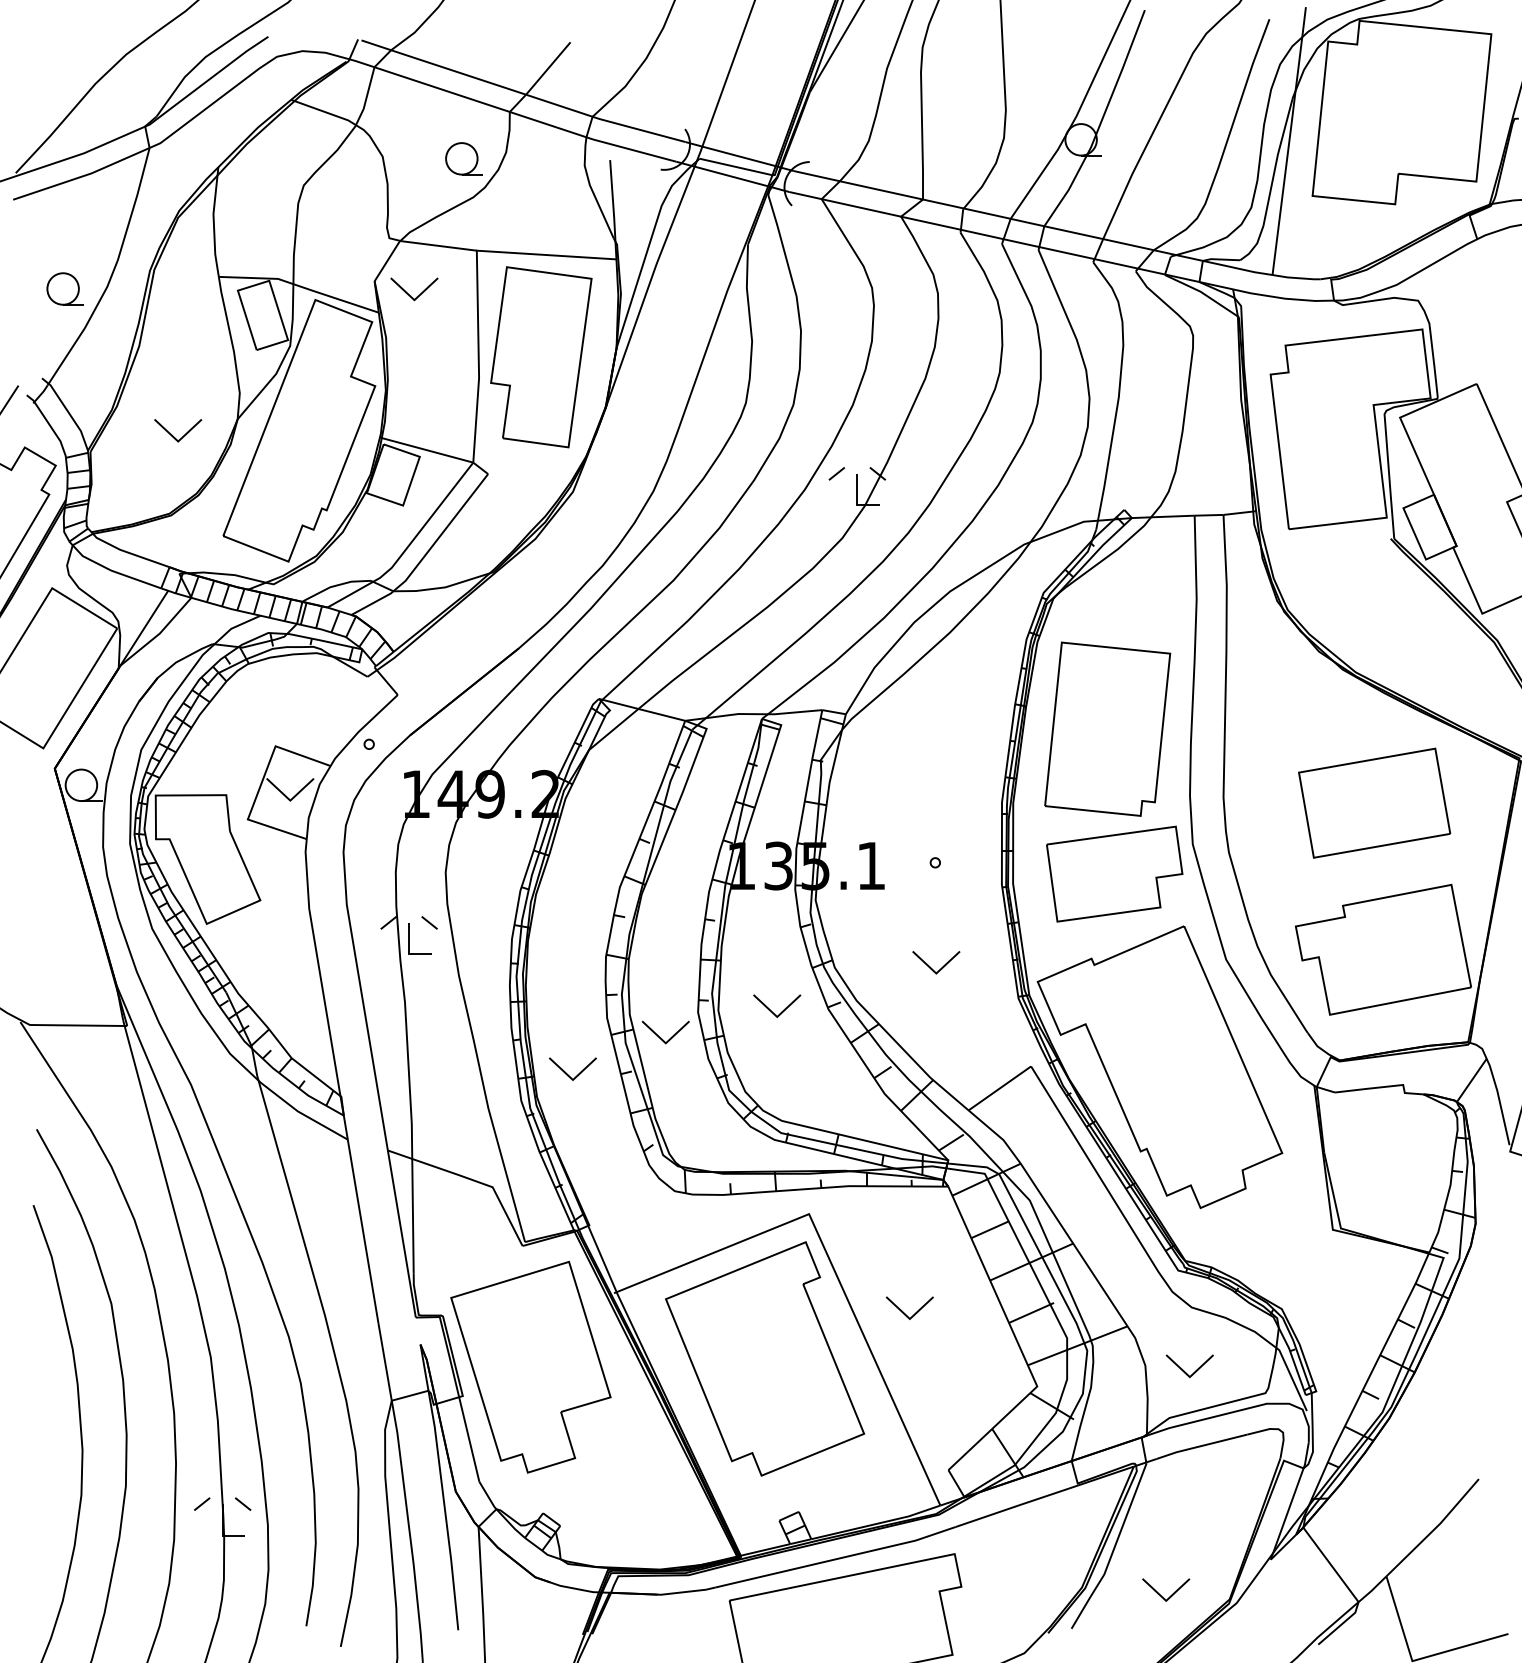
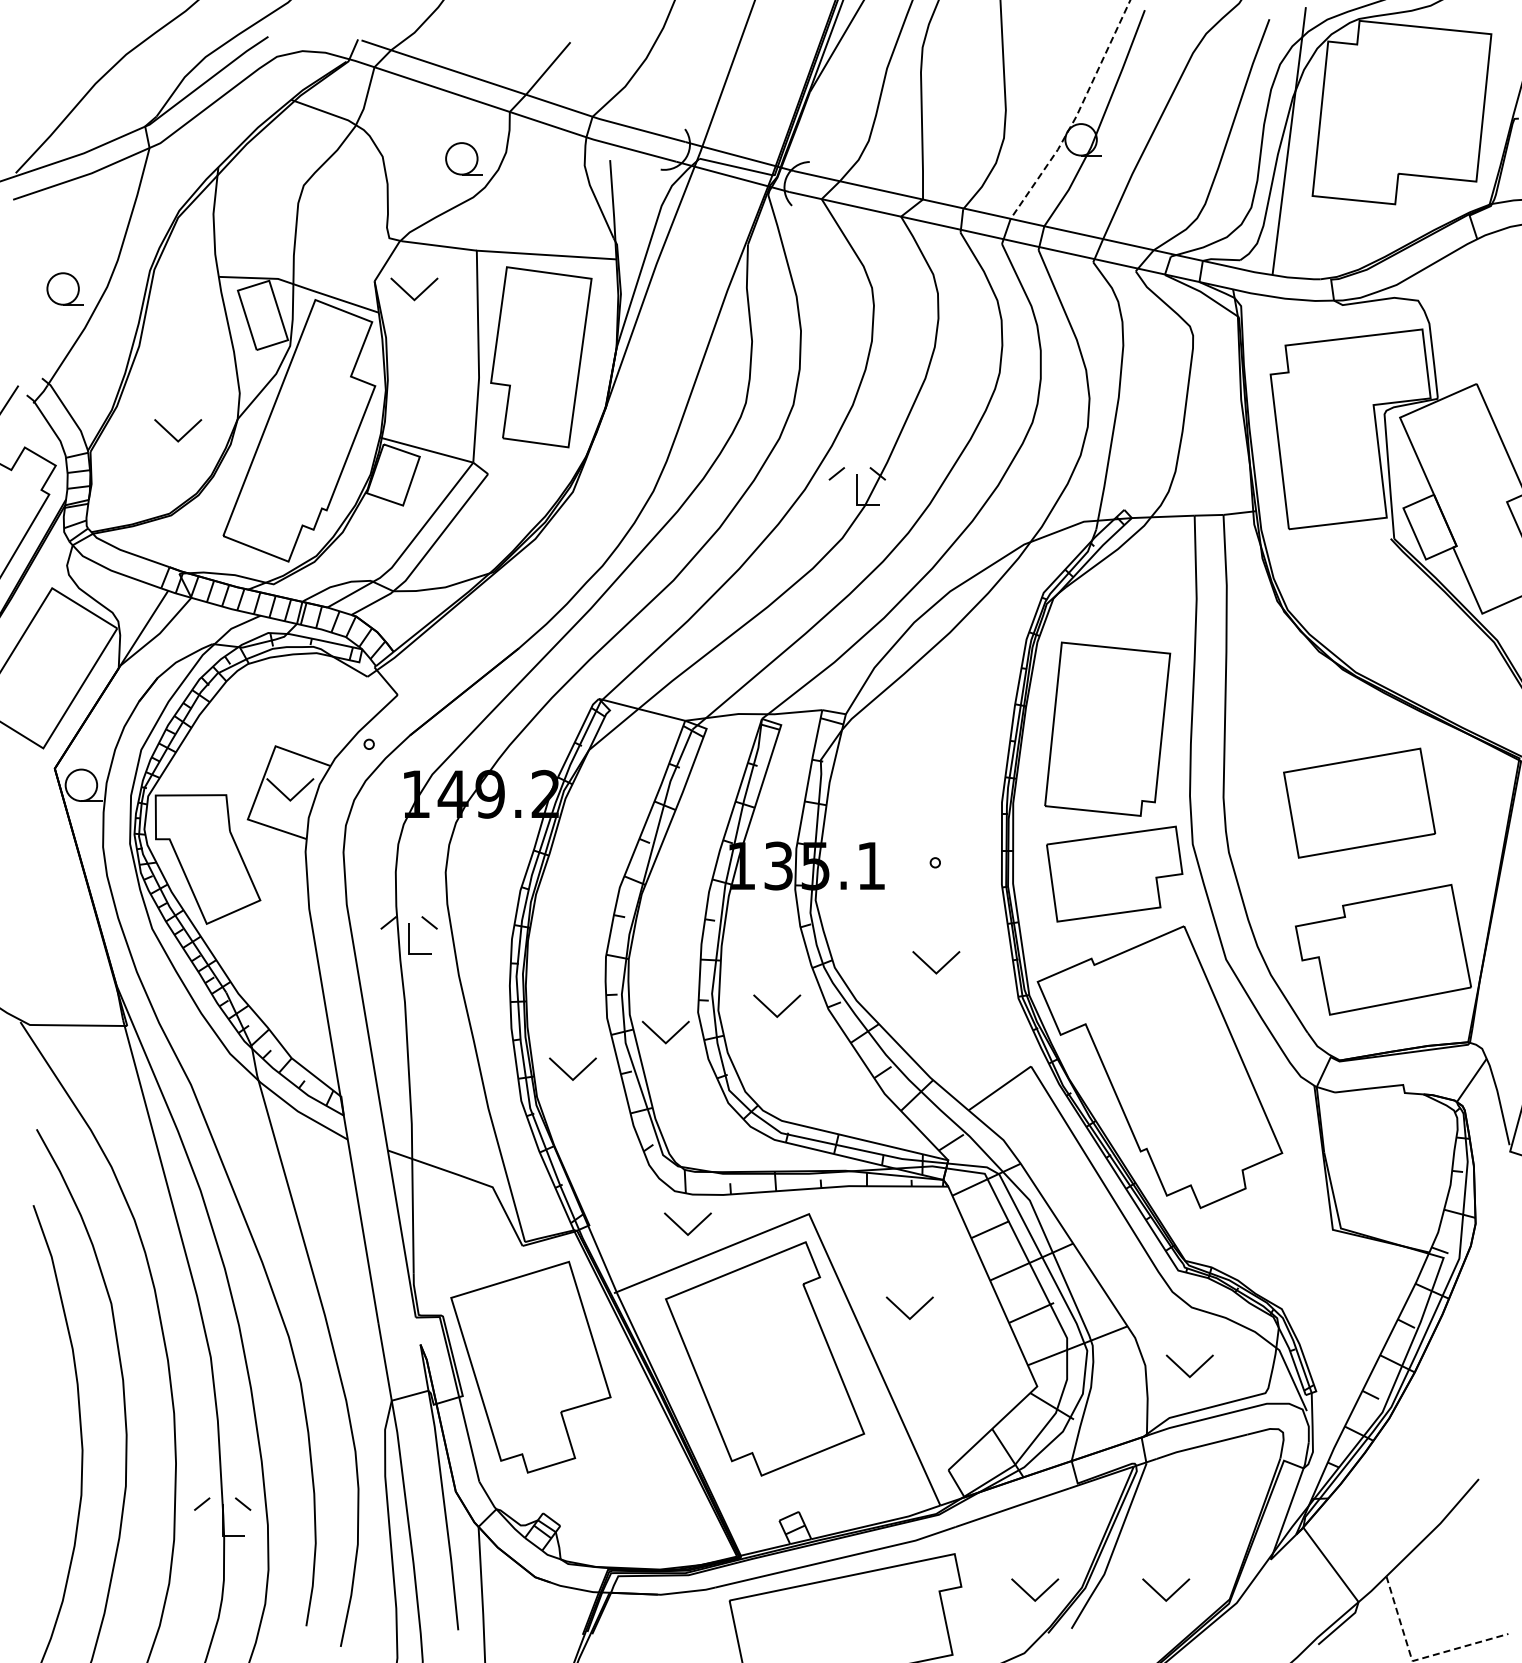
line at (1076, 115): solid -> dashed
part at (1374, 802) position: (1374, 802) -> (1359, 802)
part at (682, 1228): none -> present
part at (1040, 1594): none -> present
line at (1416, 1660): solid -> dashed
